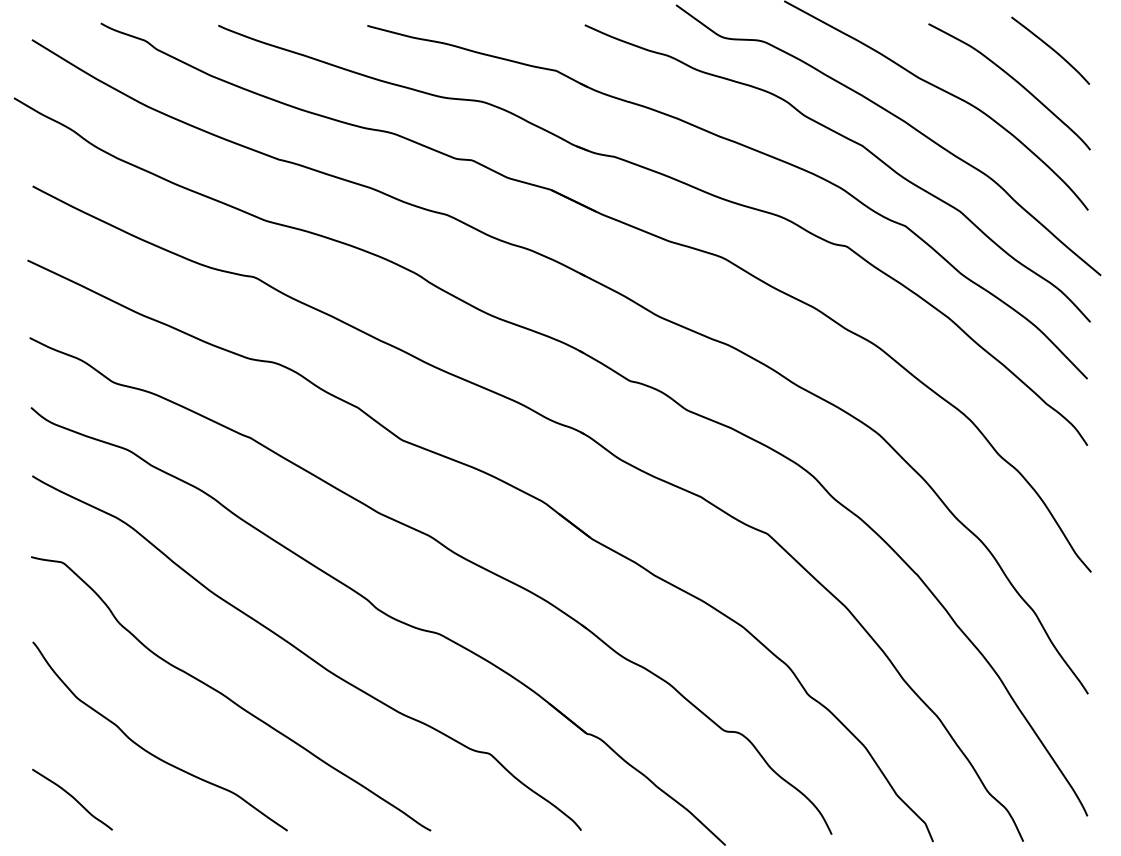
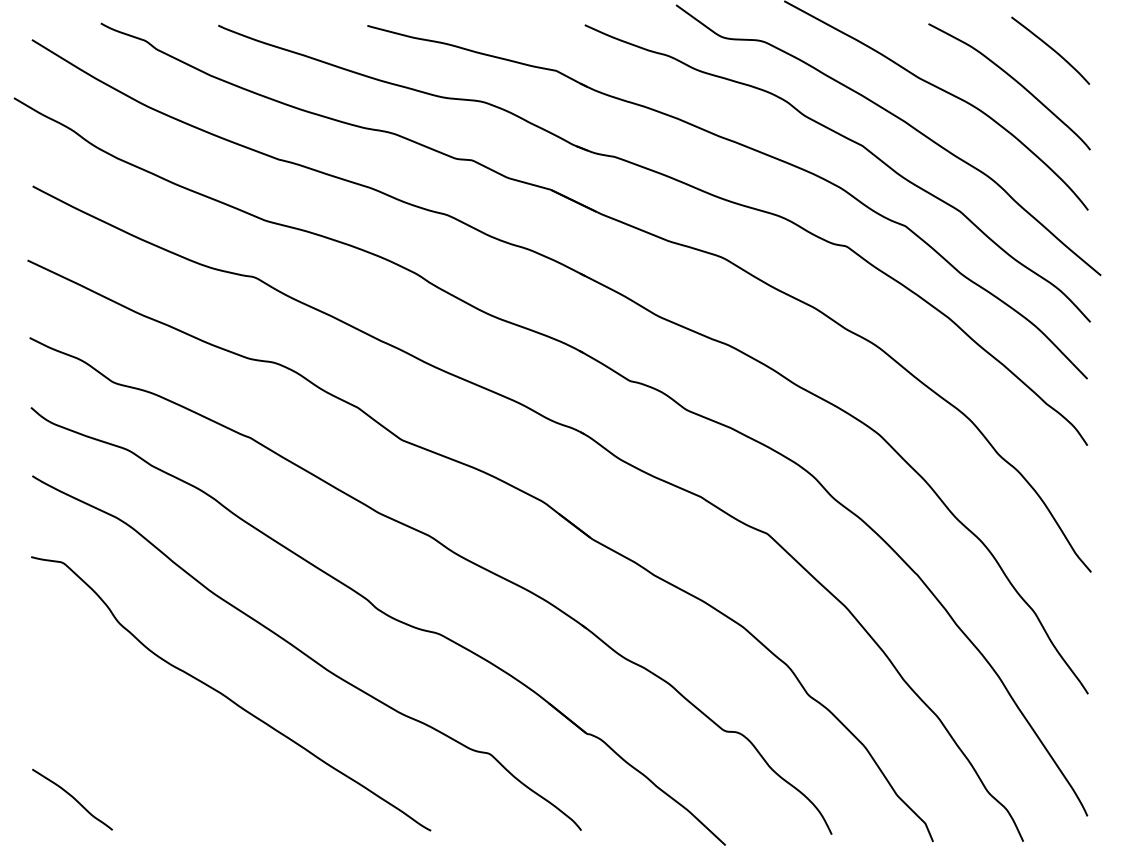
curve at (150, 752): present -> none
